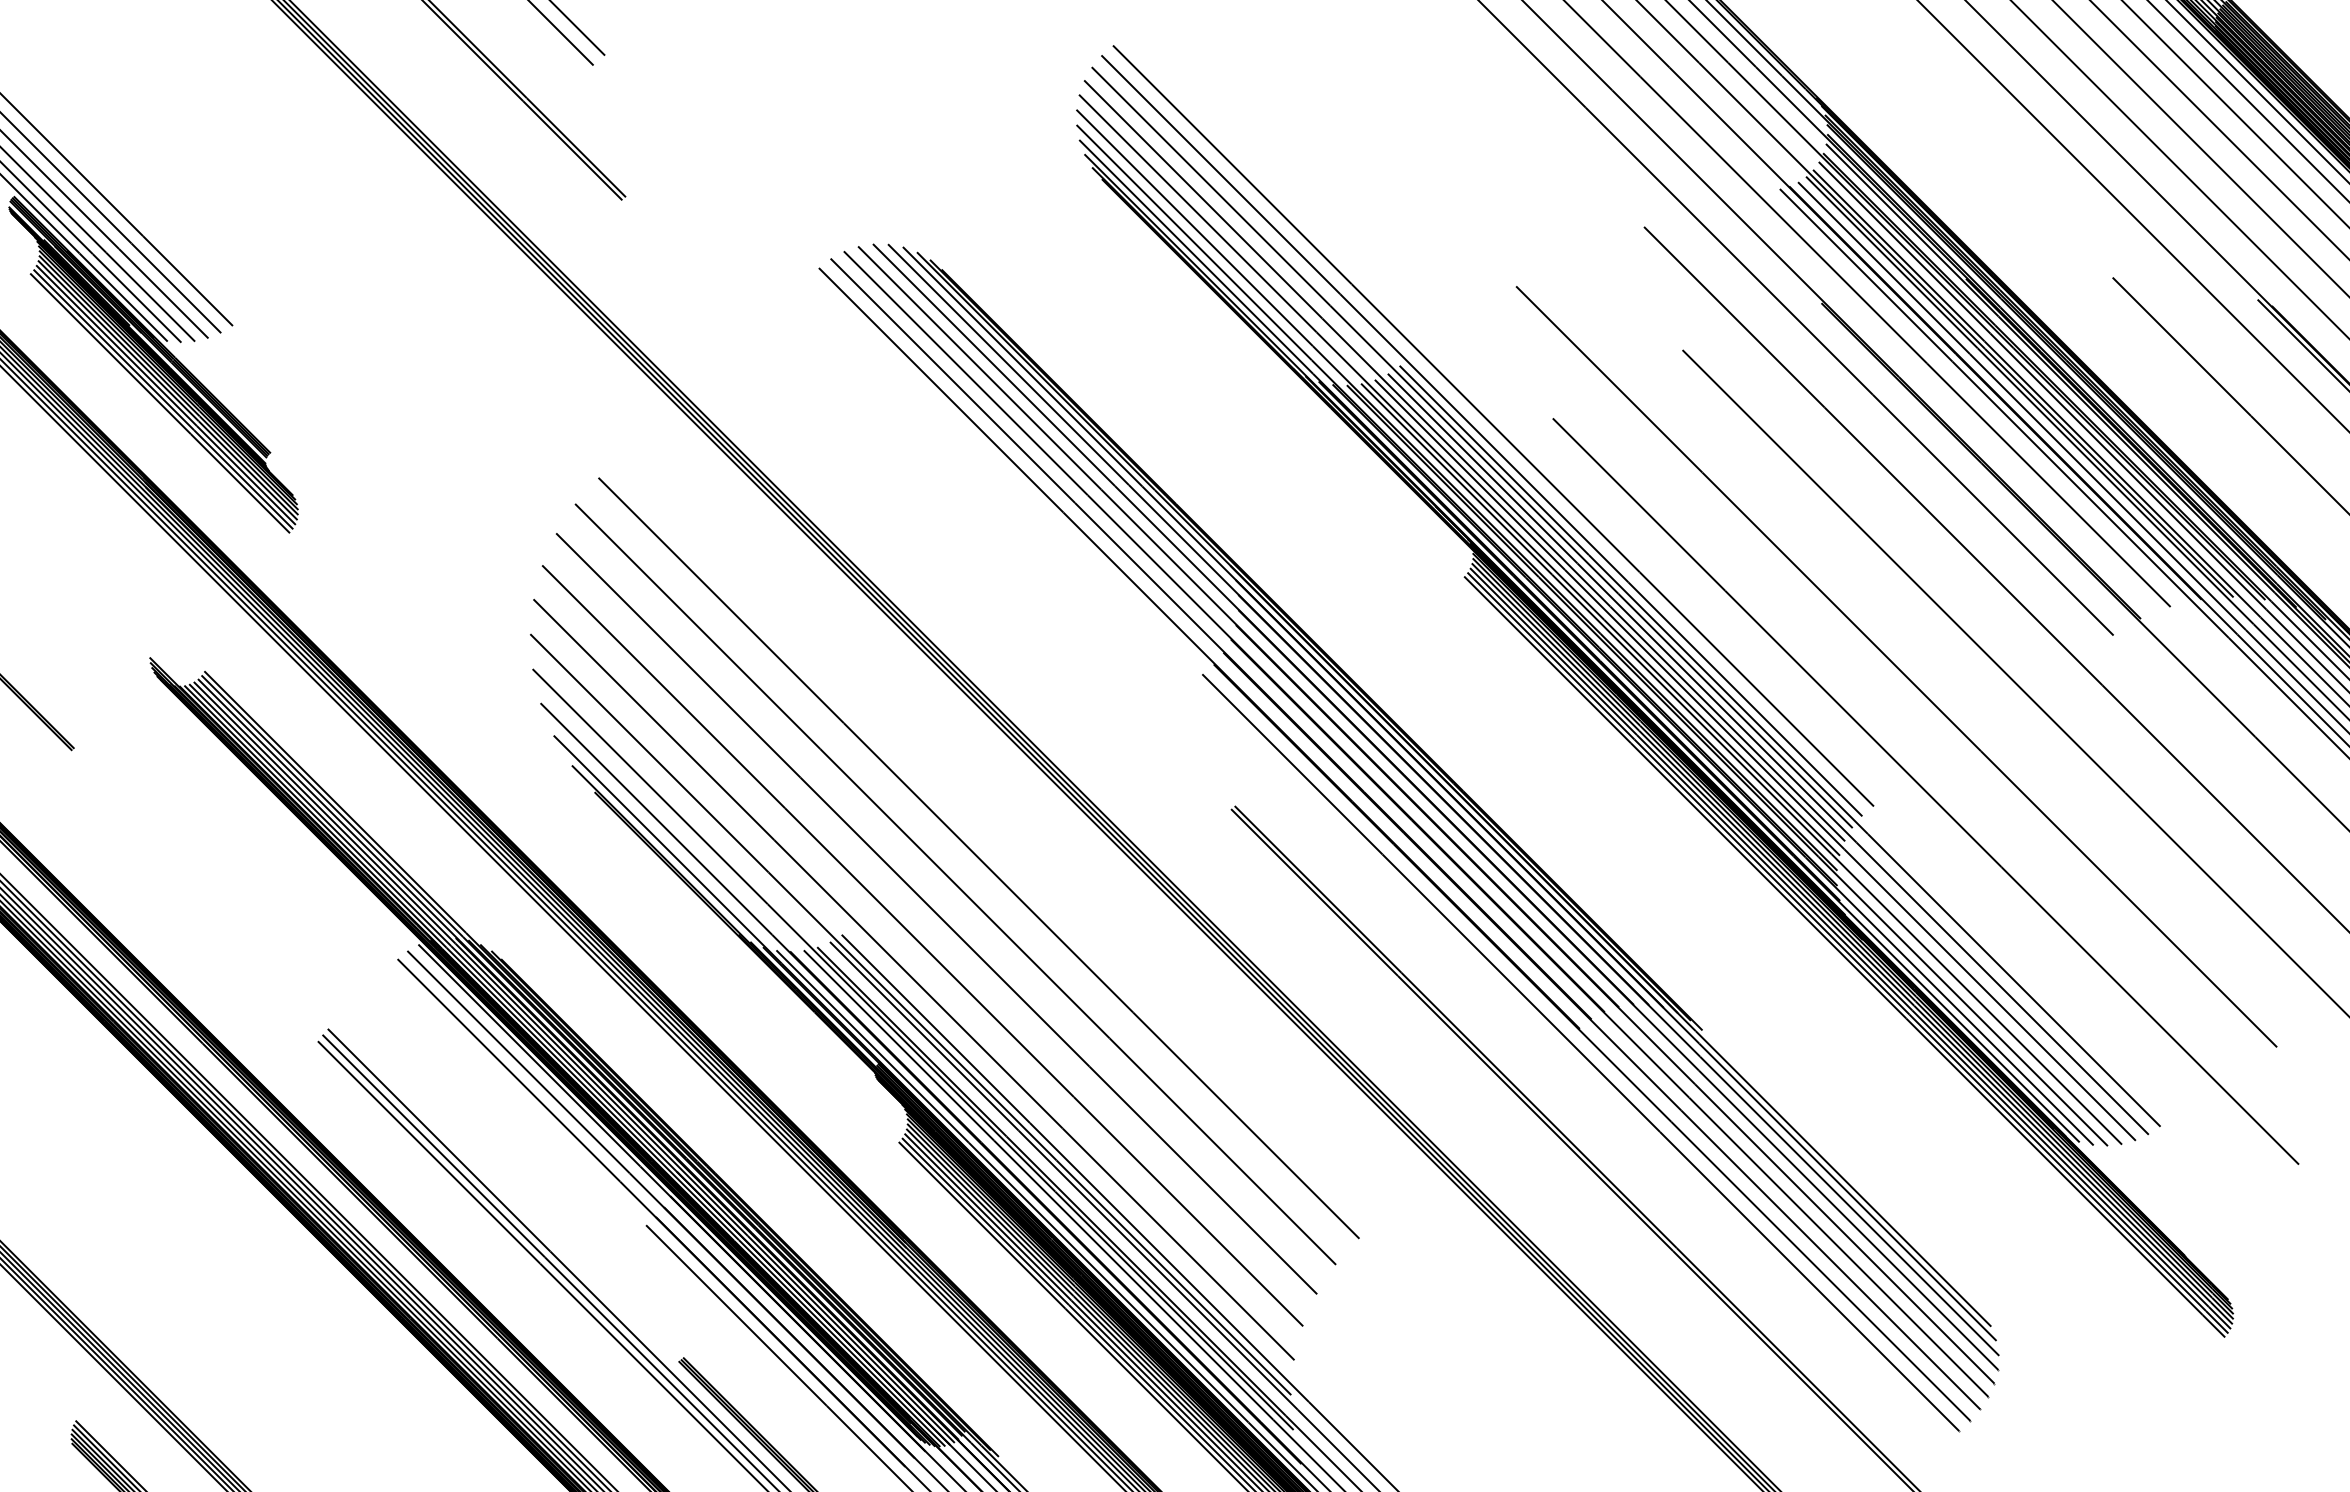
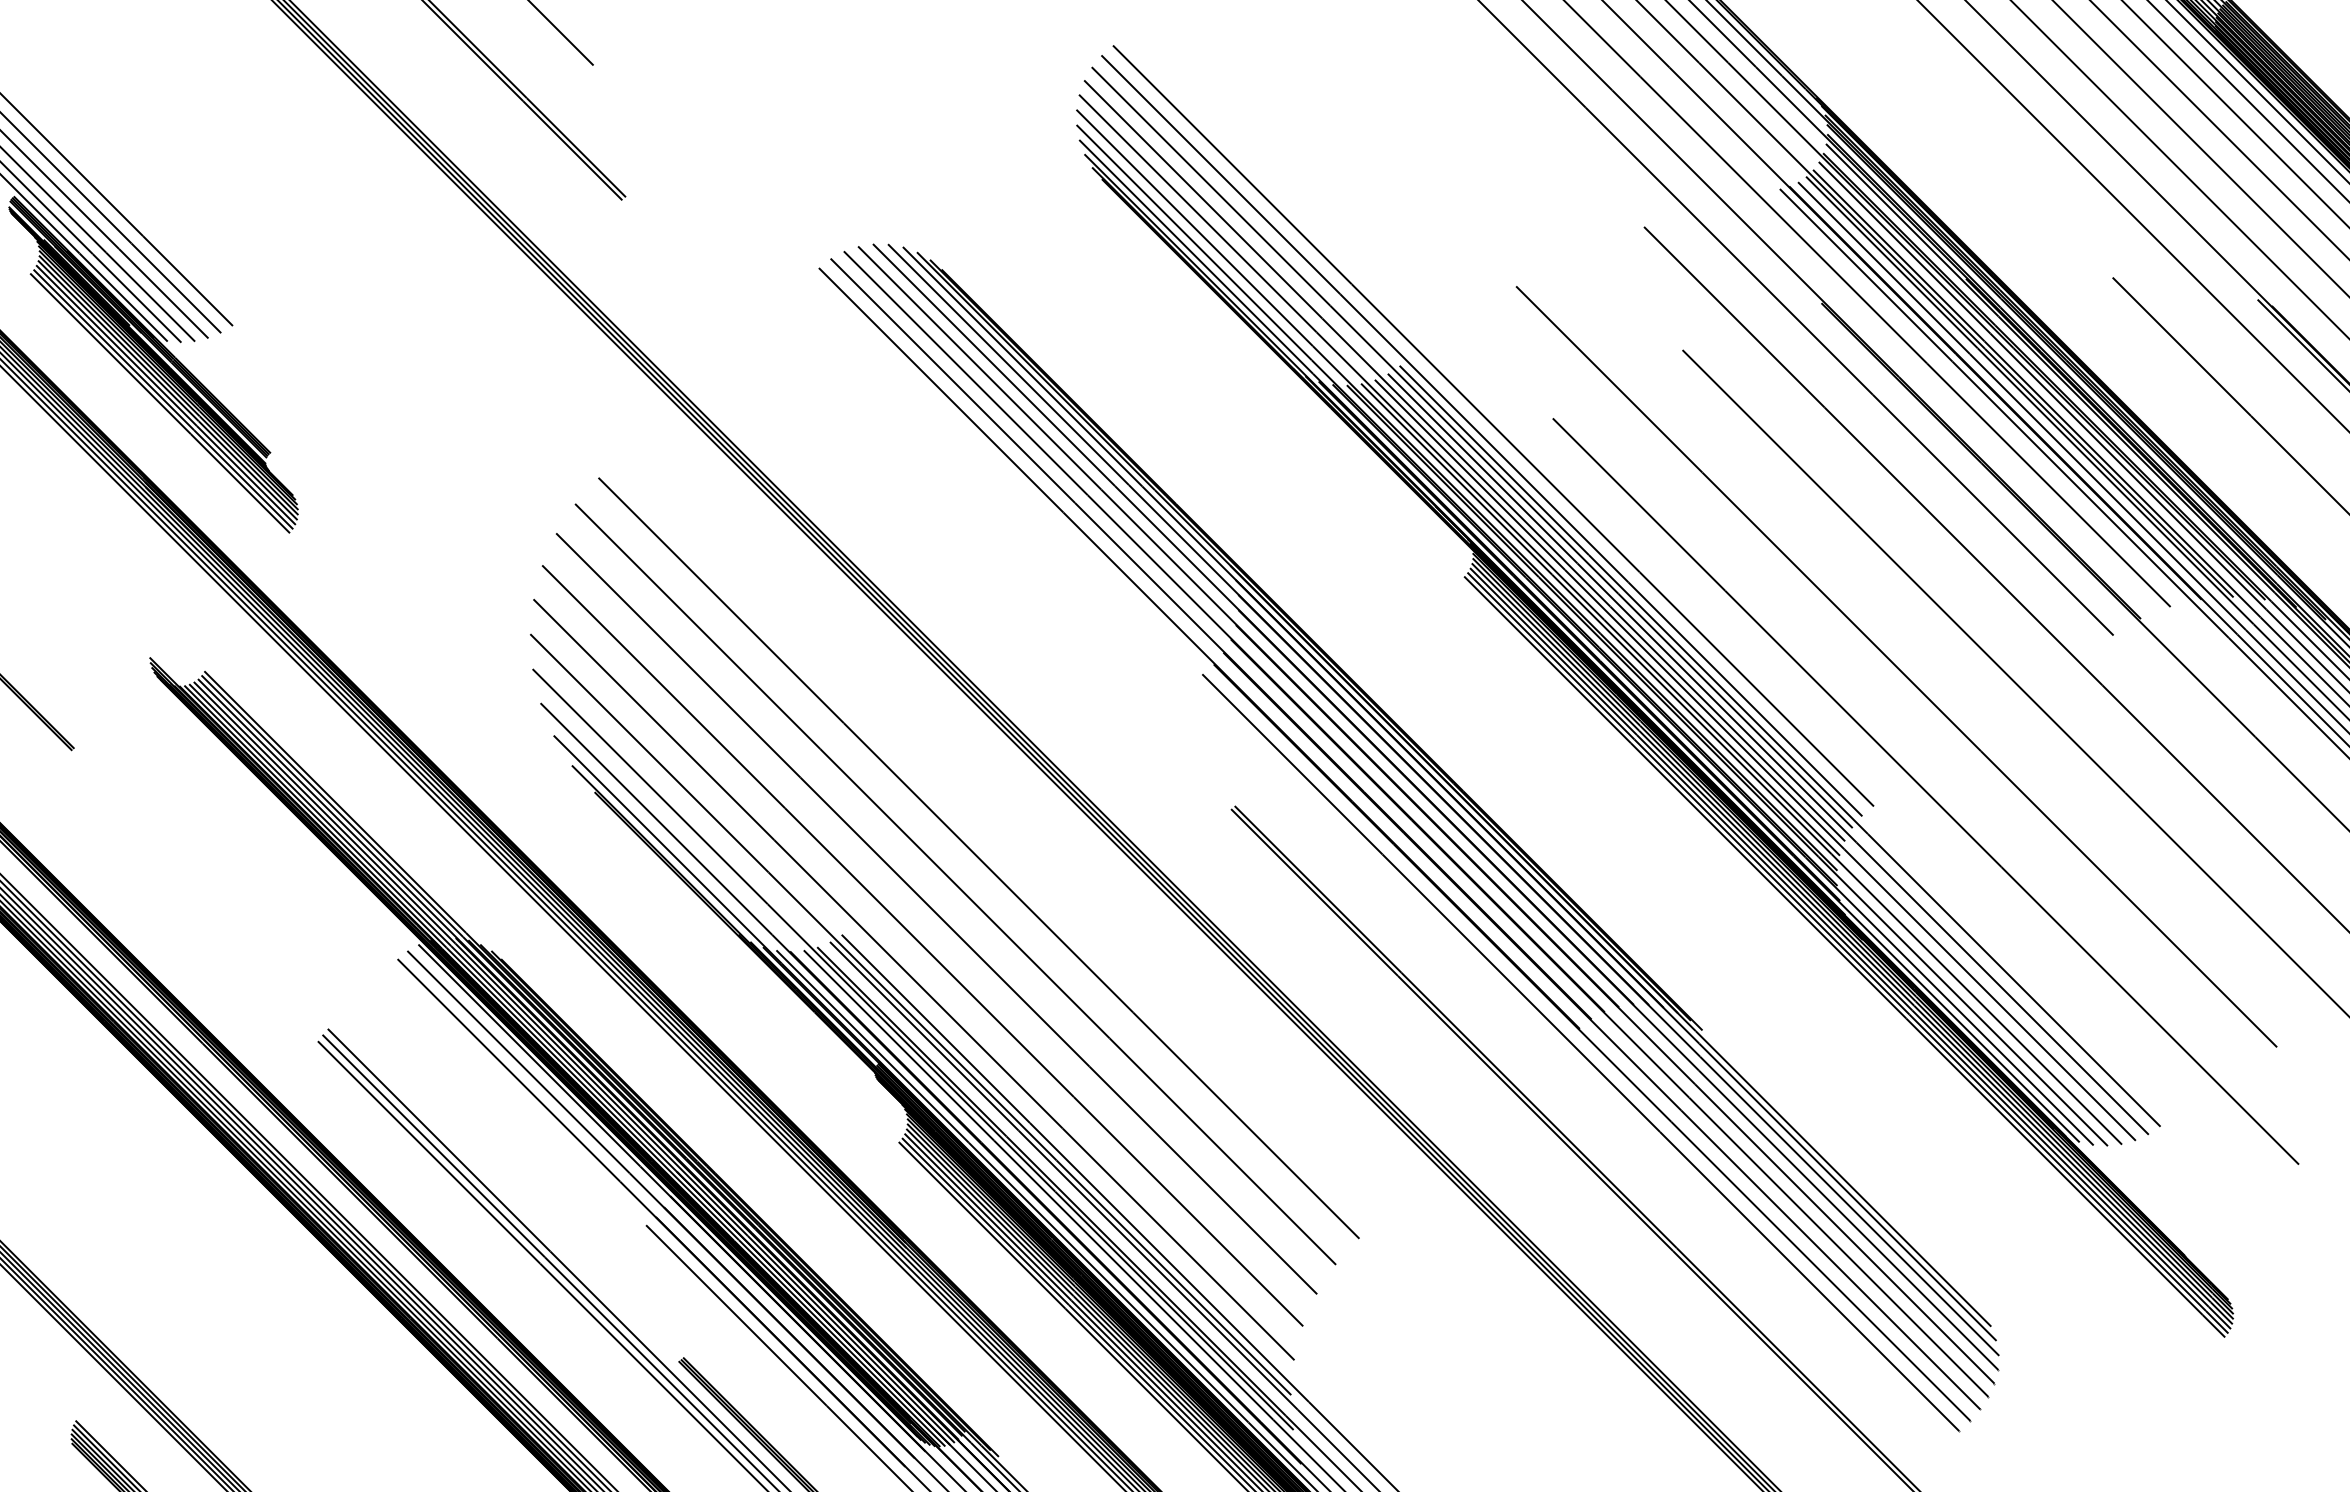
line at (578, 28): present -> none
